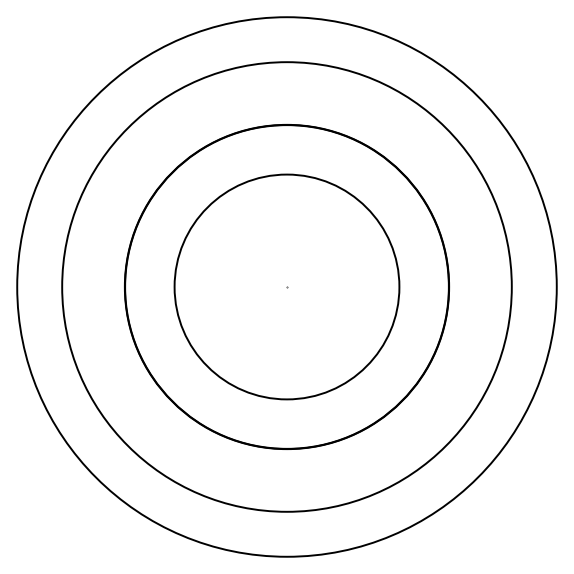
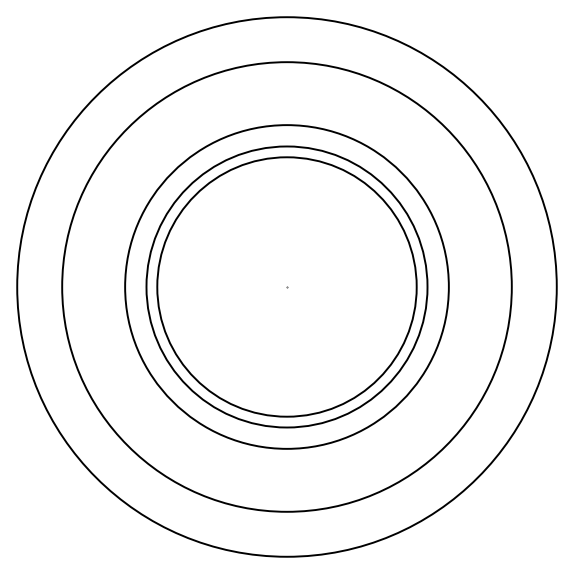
circle at (286, 286) diameter: 225 px -> 281 px
circle at (286, 286) diameter: 324 px -> 259 px
